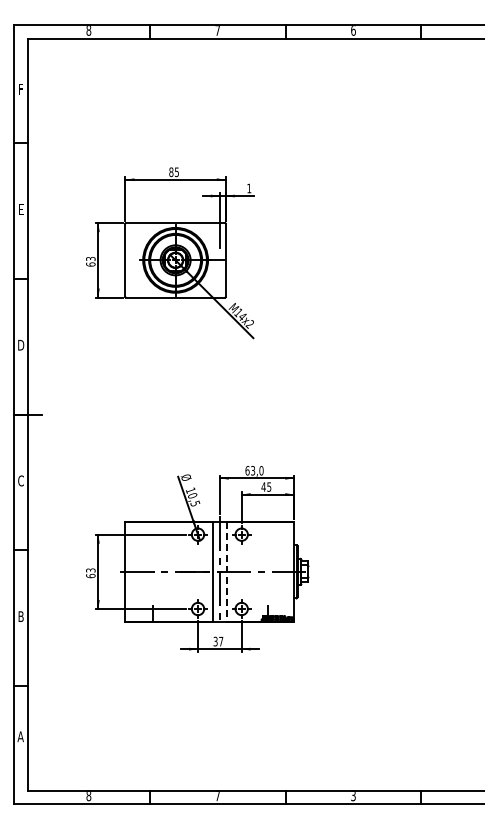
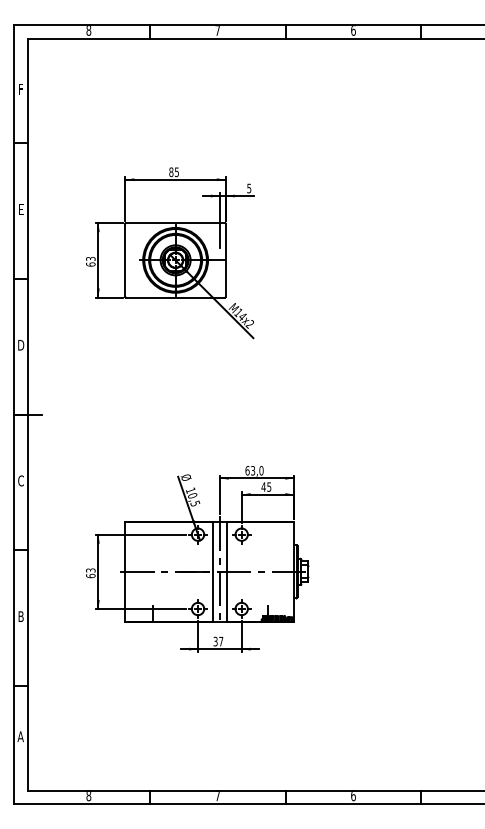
text at (249, 188): 1 -> 5
line at (226, 571): dashed -> solid
text at (353, 796): 3 -> 6
